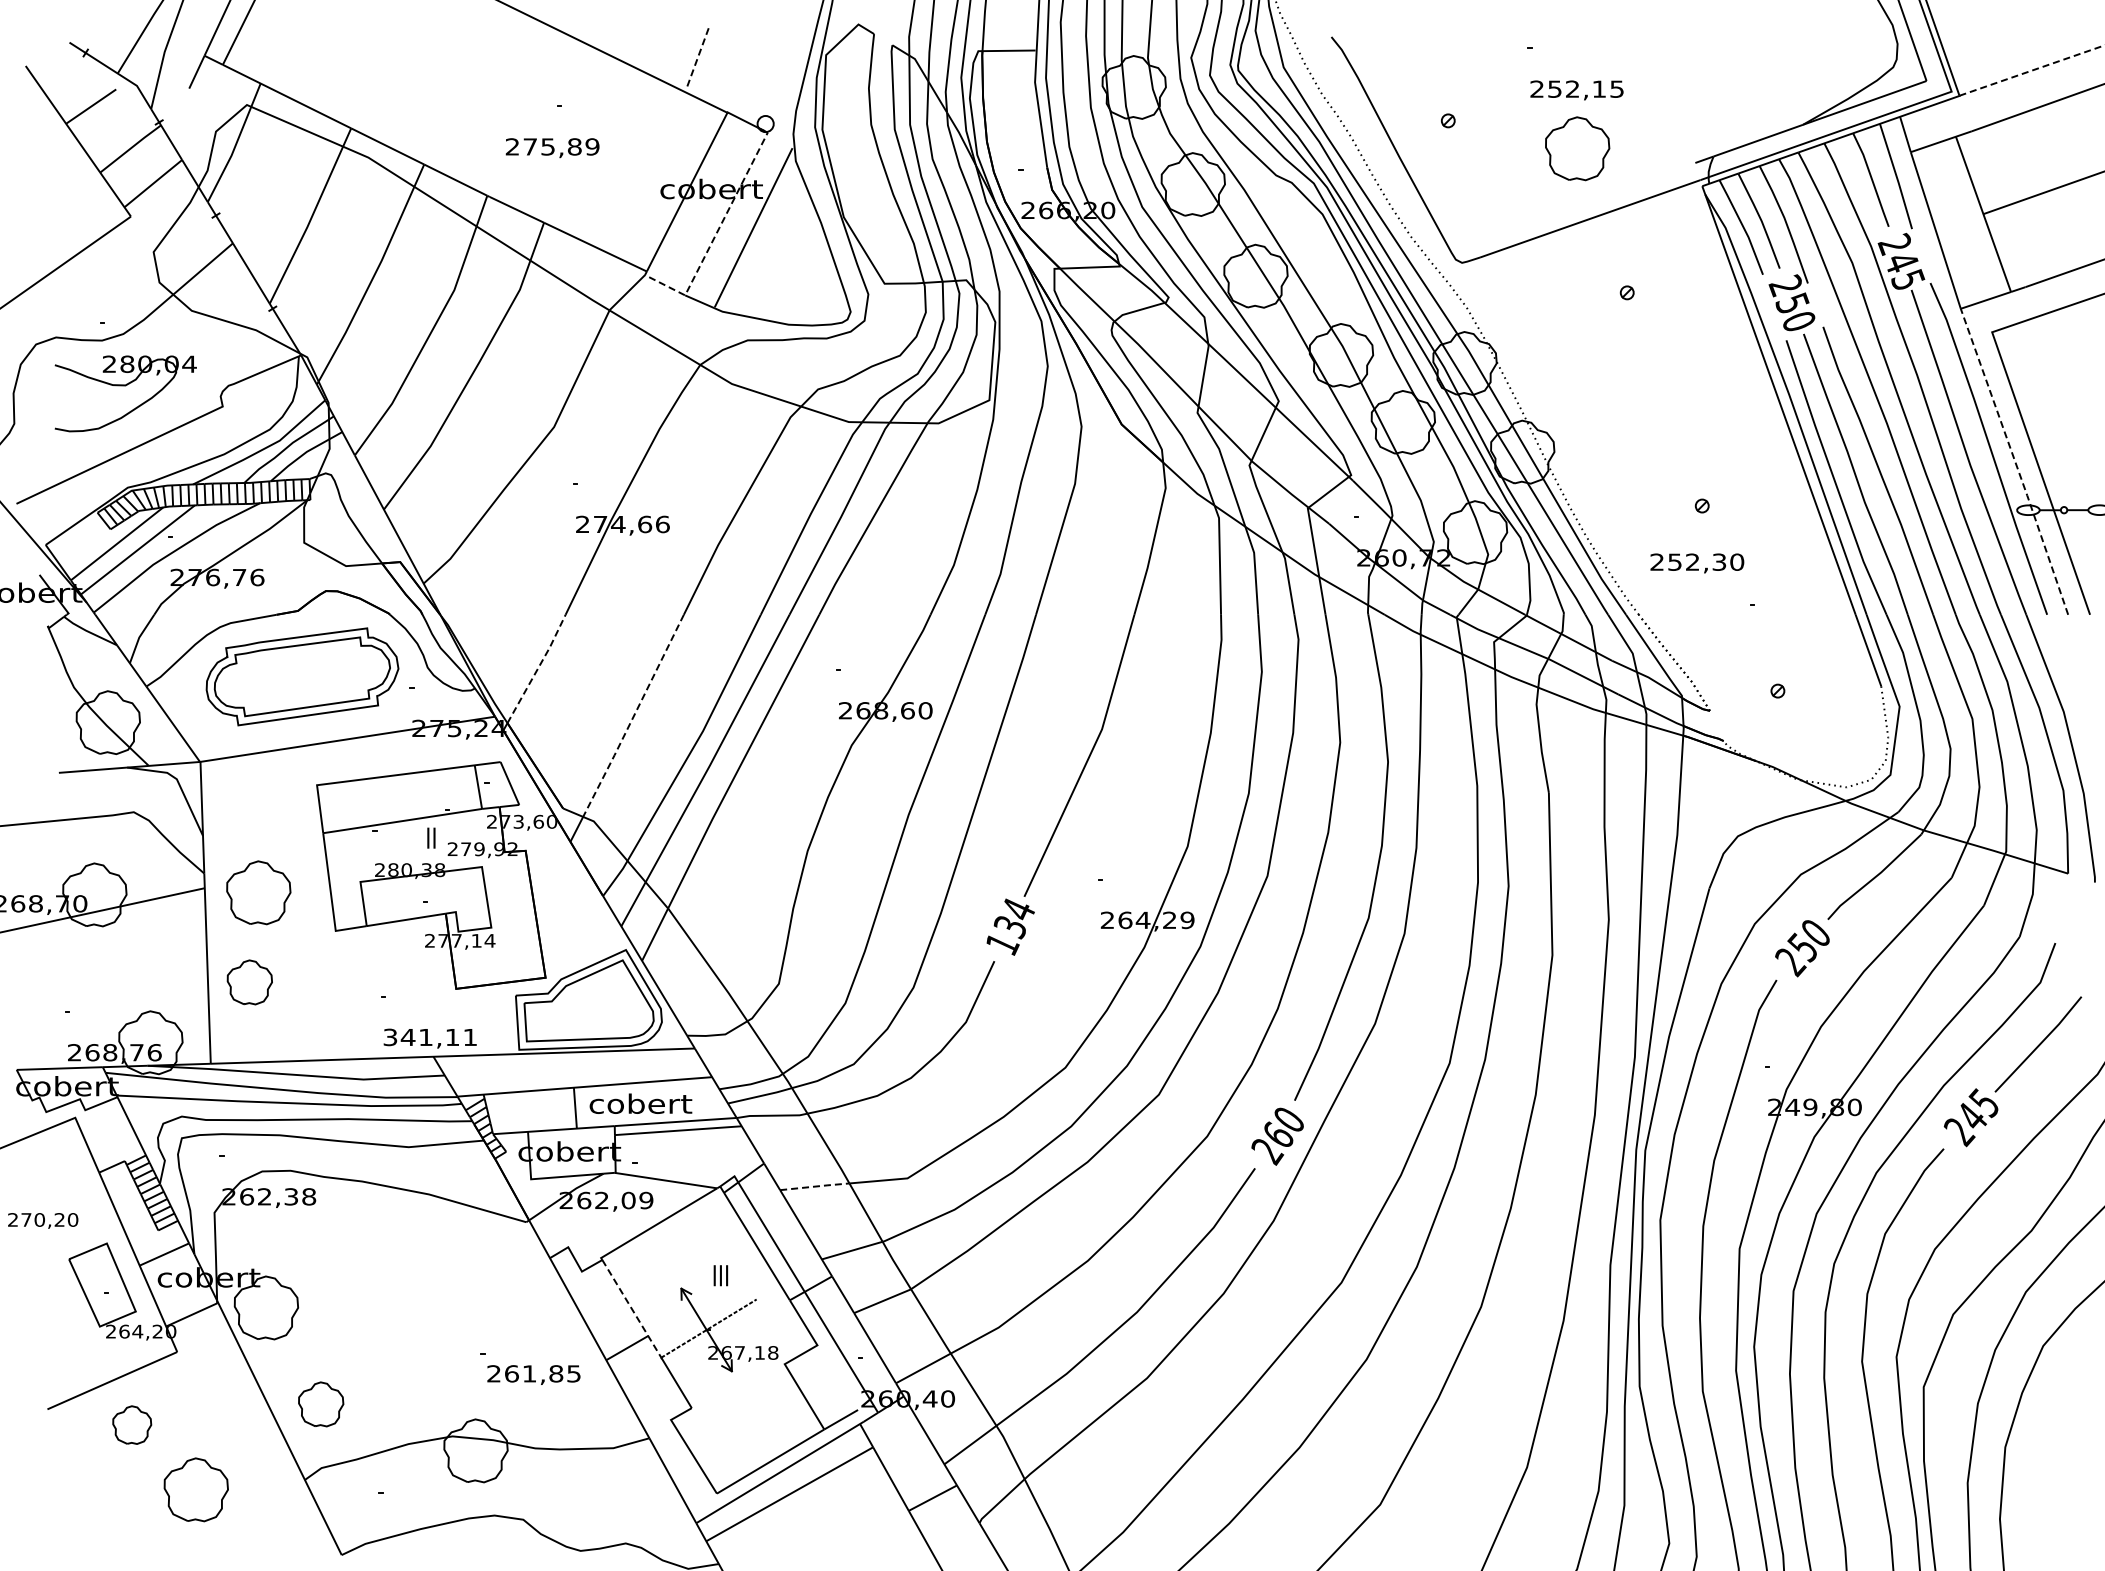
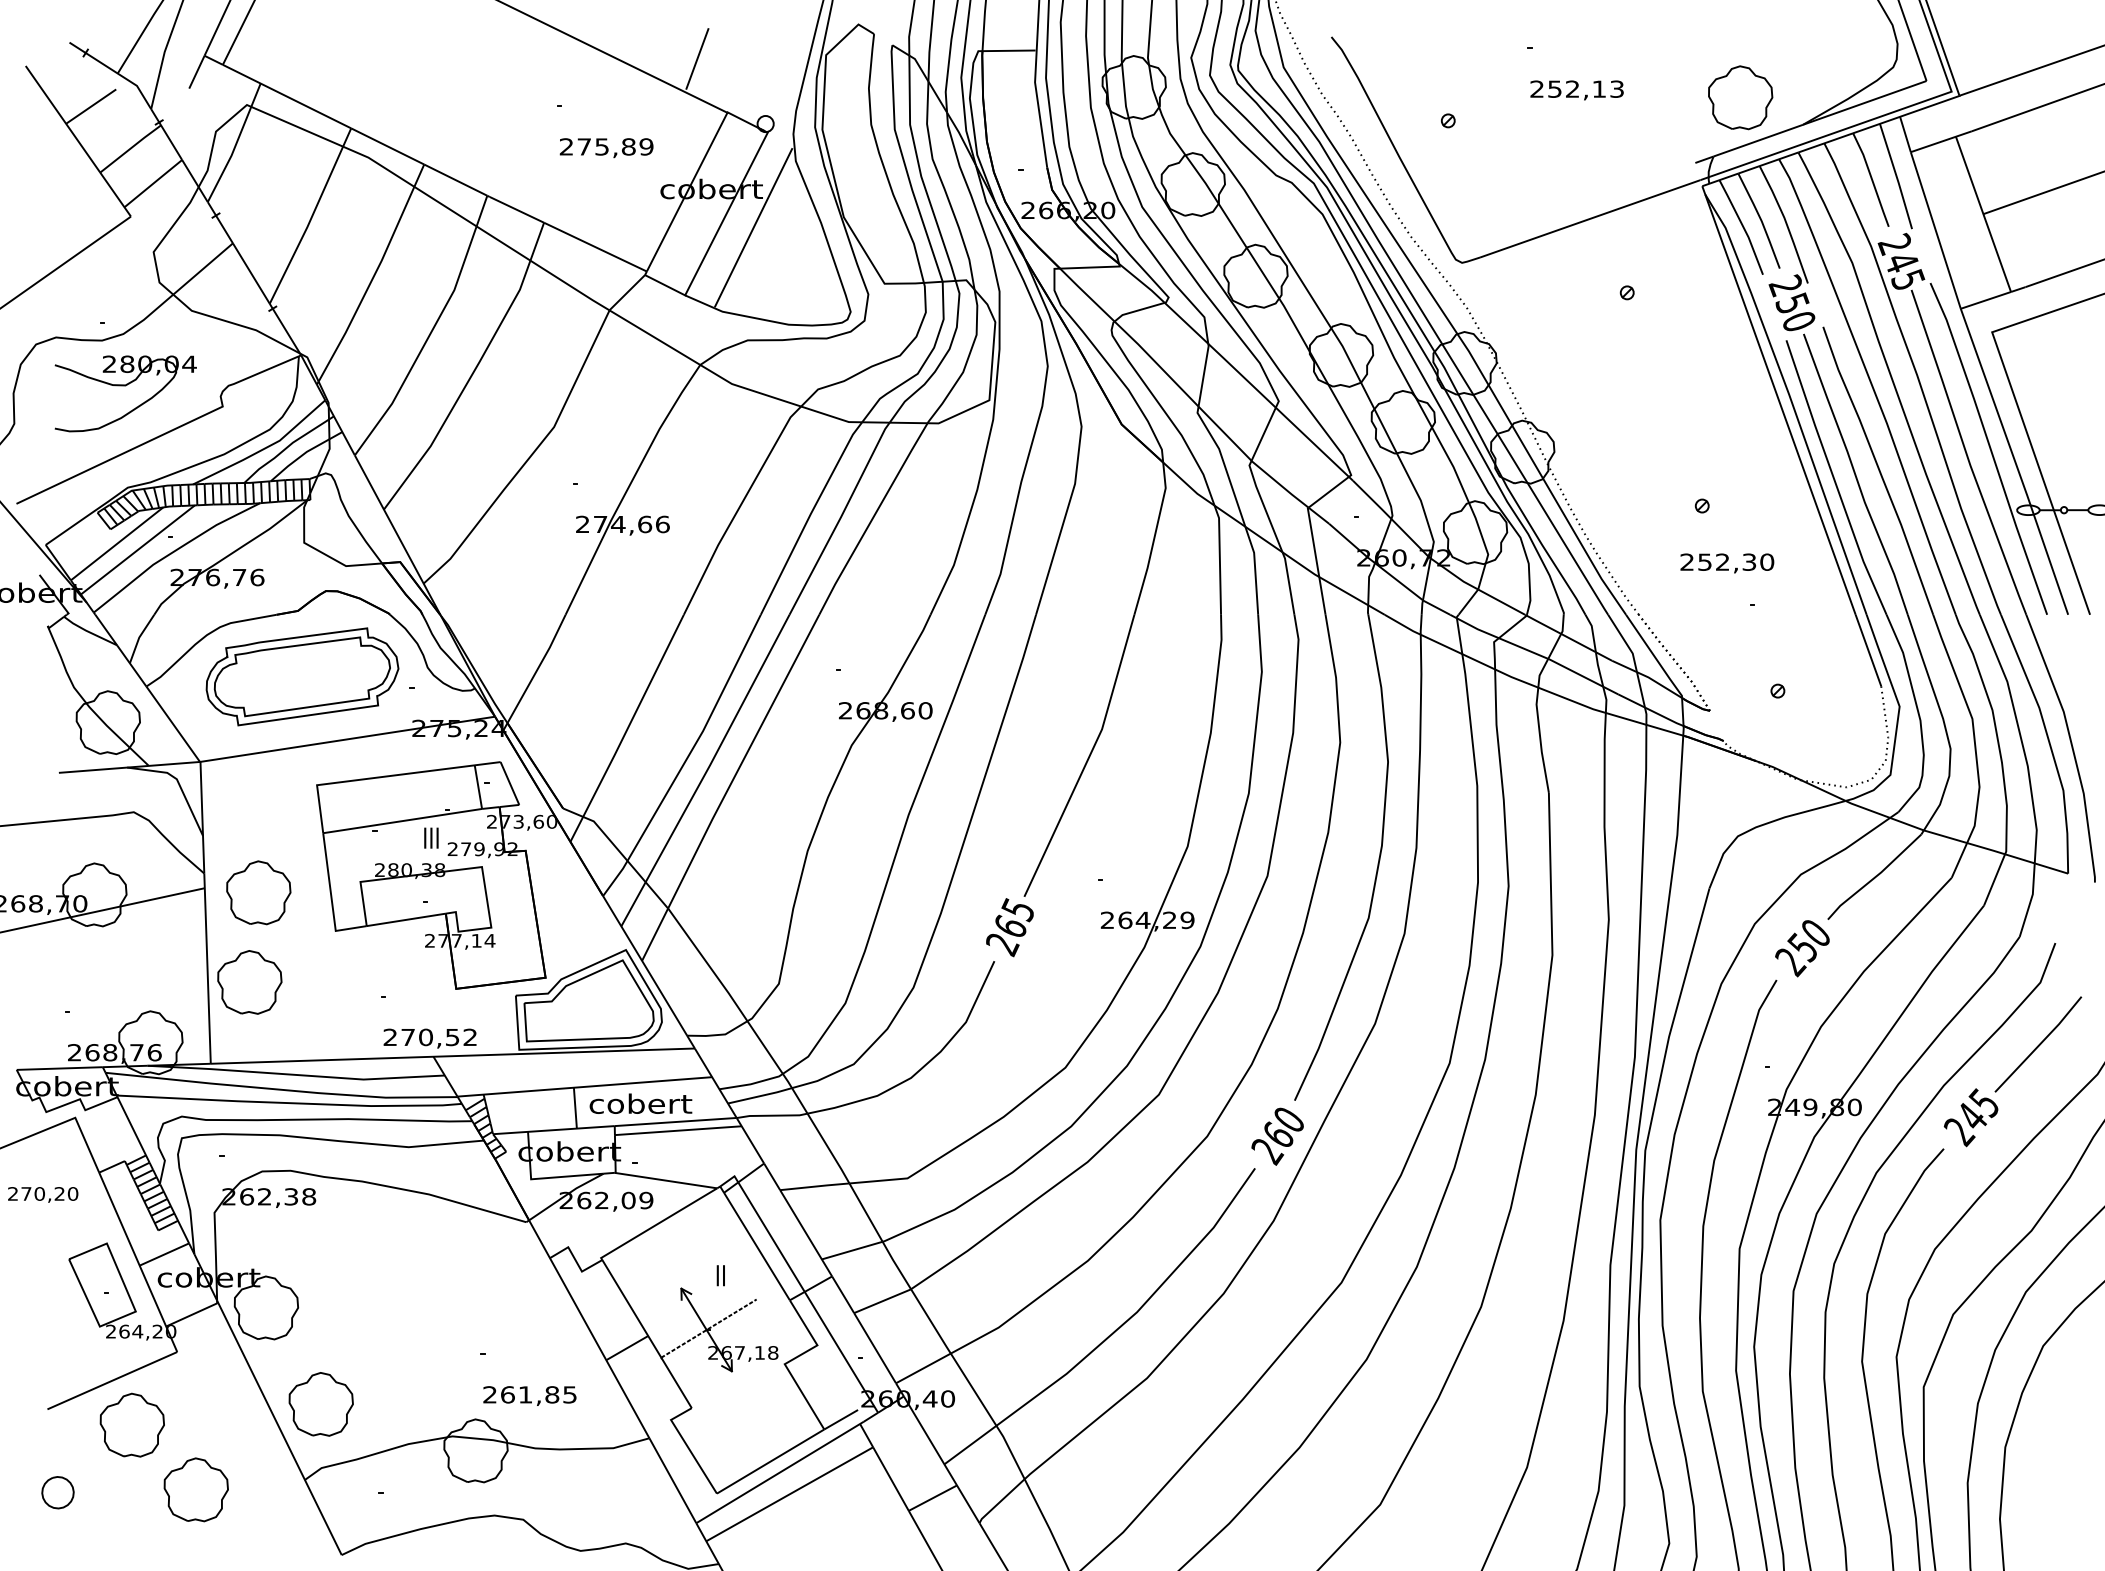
line at (697, 58): dashed -> solid
line at (2031, 70): dashed -> solid
text at (1617, 88): 252,15 -> 252,13
text at (552, 148) position: (552, 148) -> (606, 148)
part at (1577, 148) position: (1577, 148) -> (1740, 97)
line at (717, 232): dashed -> solid
line at (2015, 461): dashed -> solid
text at (1697, 563) position: (1697, 563) -> (1727, 563)
line at (538, 668): dashed -> solid
line at (633, 716): dashed -> solid
text at (431, 837): II -> III
text at (1010, 927): 134 -> 265
part at (249, 982) size: 47x47 px -> 66x65 px
text at (429, 1037): 341,11 -> 270,52
line at (815, 1186): dashed -> solid
text at (43, 1220) position: (43, 1220) -> (43, 1194)
text at (720, 1275): III -> II
line at (632, 1309): dashed -> solid
text at (533, 1374) position: (533, 1374) -> (529, 1395)
part at (321, 1404) size: 47x47 px -> 66x65 px
part at (132, 1424) size: 41x40 px -> 66x66 px
part at (57, 1492): none -> present
